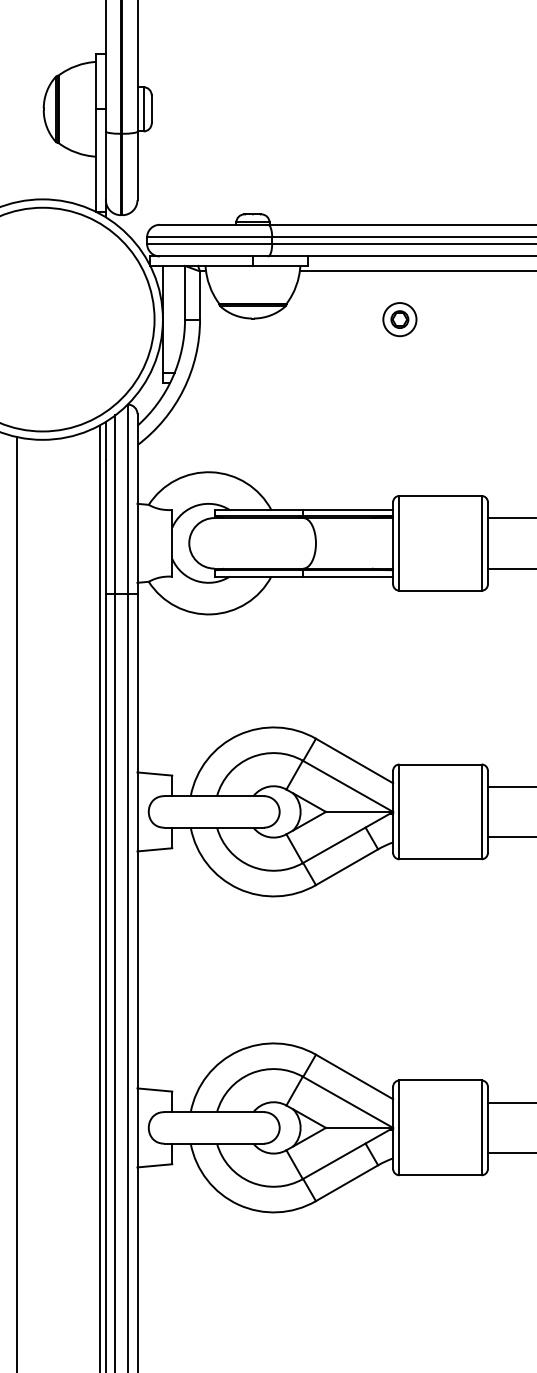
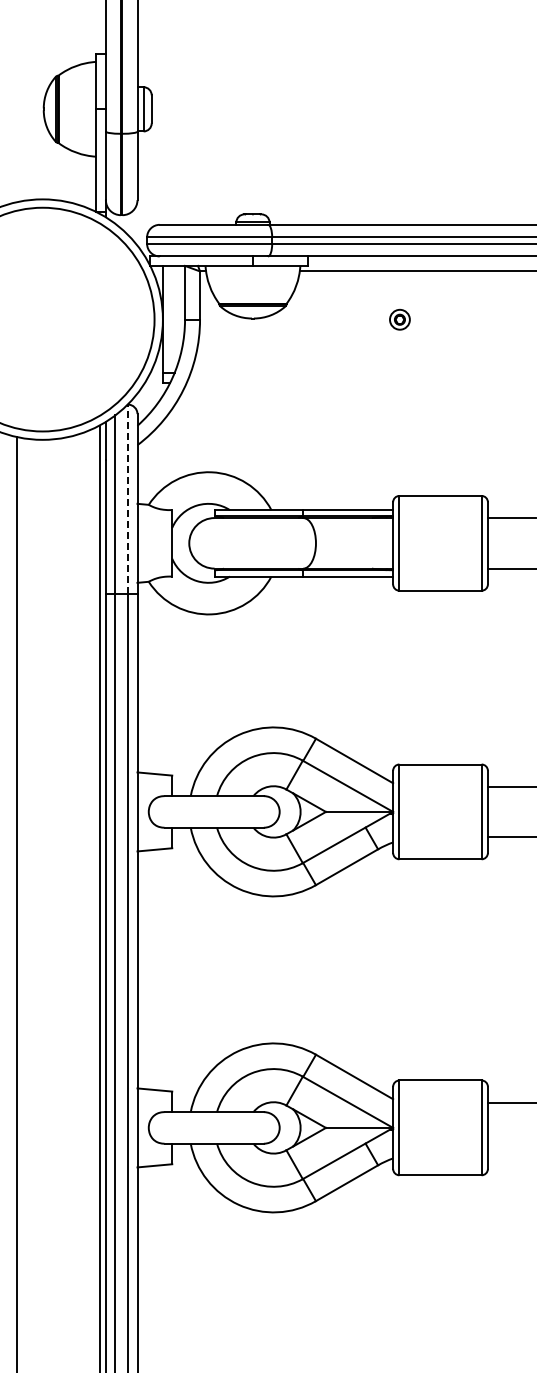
part at (399, 319) size: 36x36 px -> 22x23 px
line at (128, 499): solid -> dashed
line at (510, 1153): present -> none
